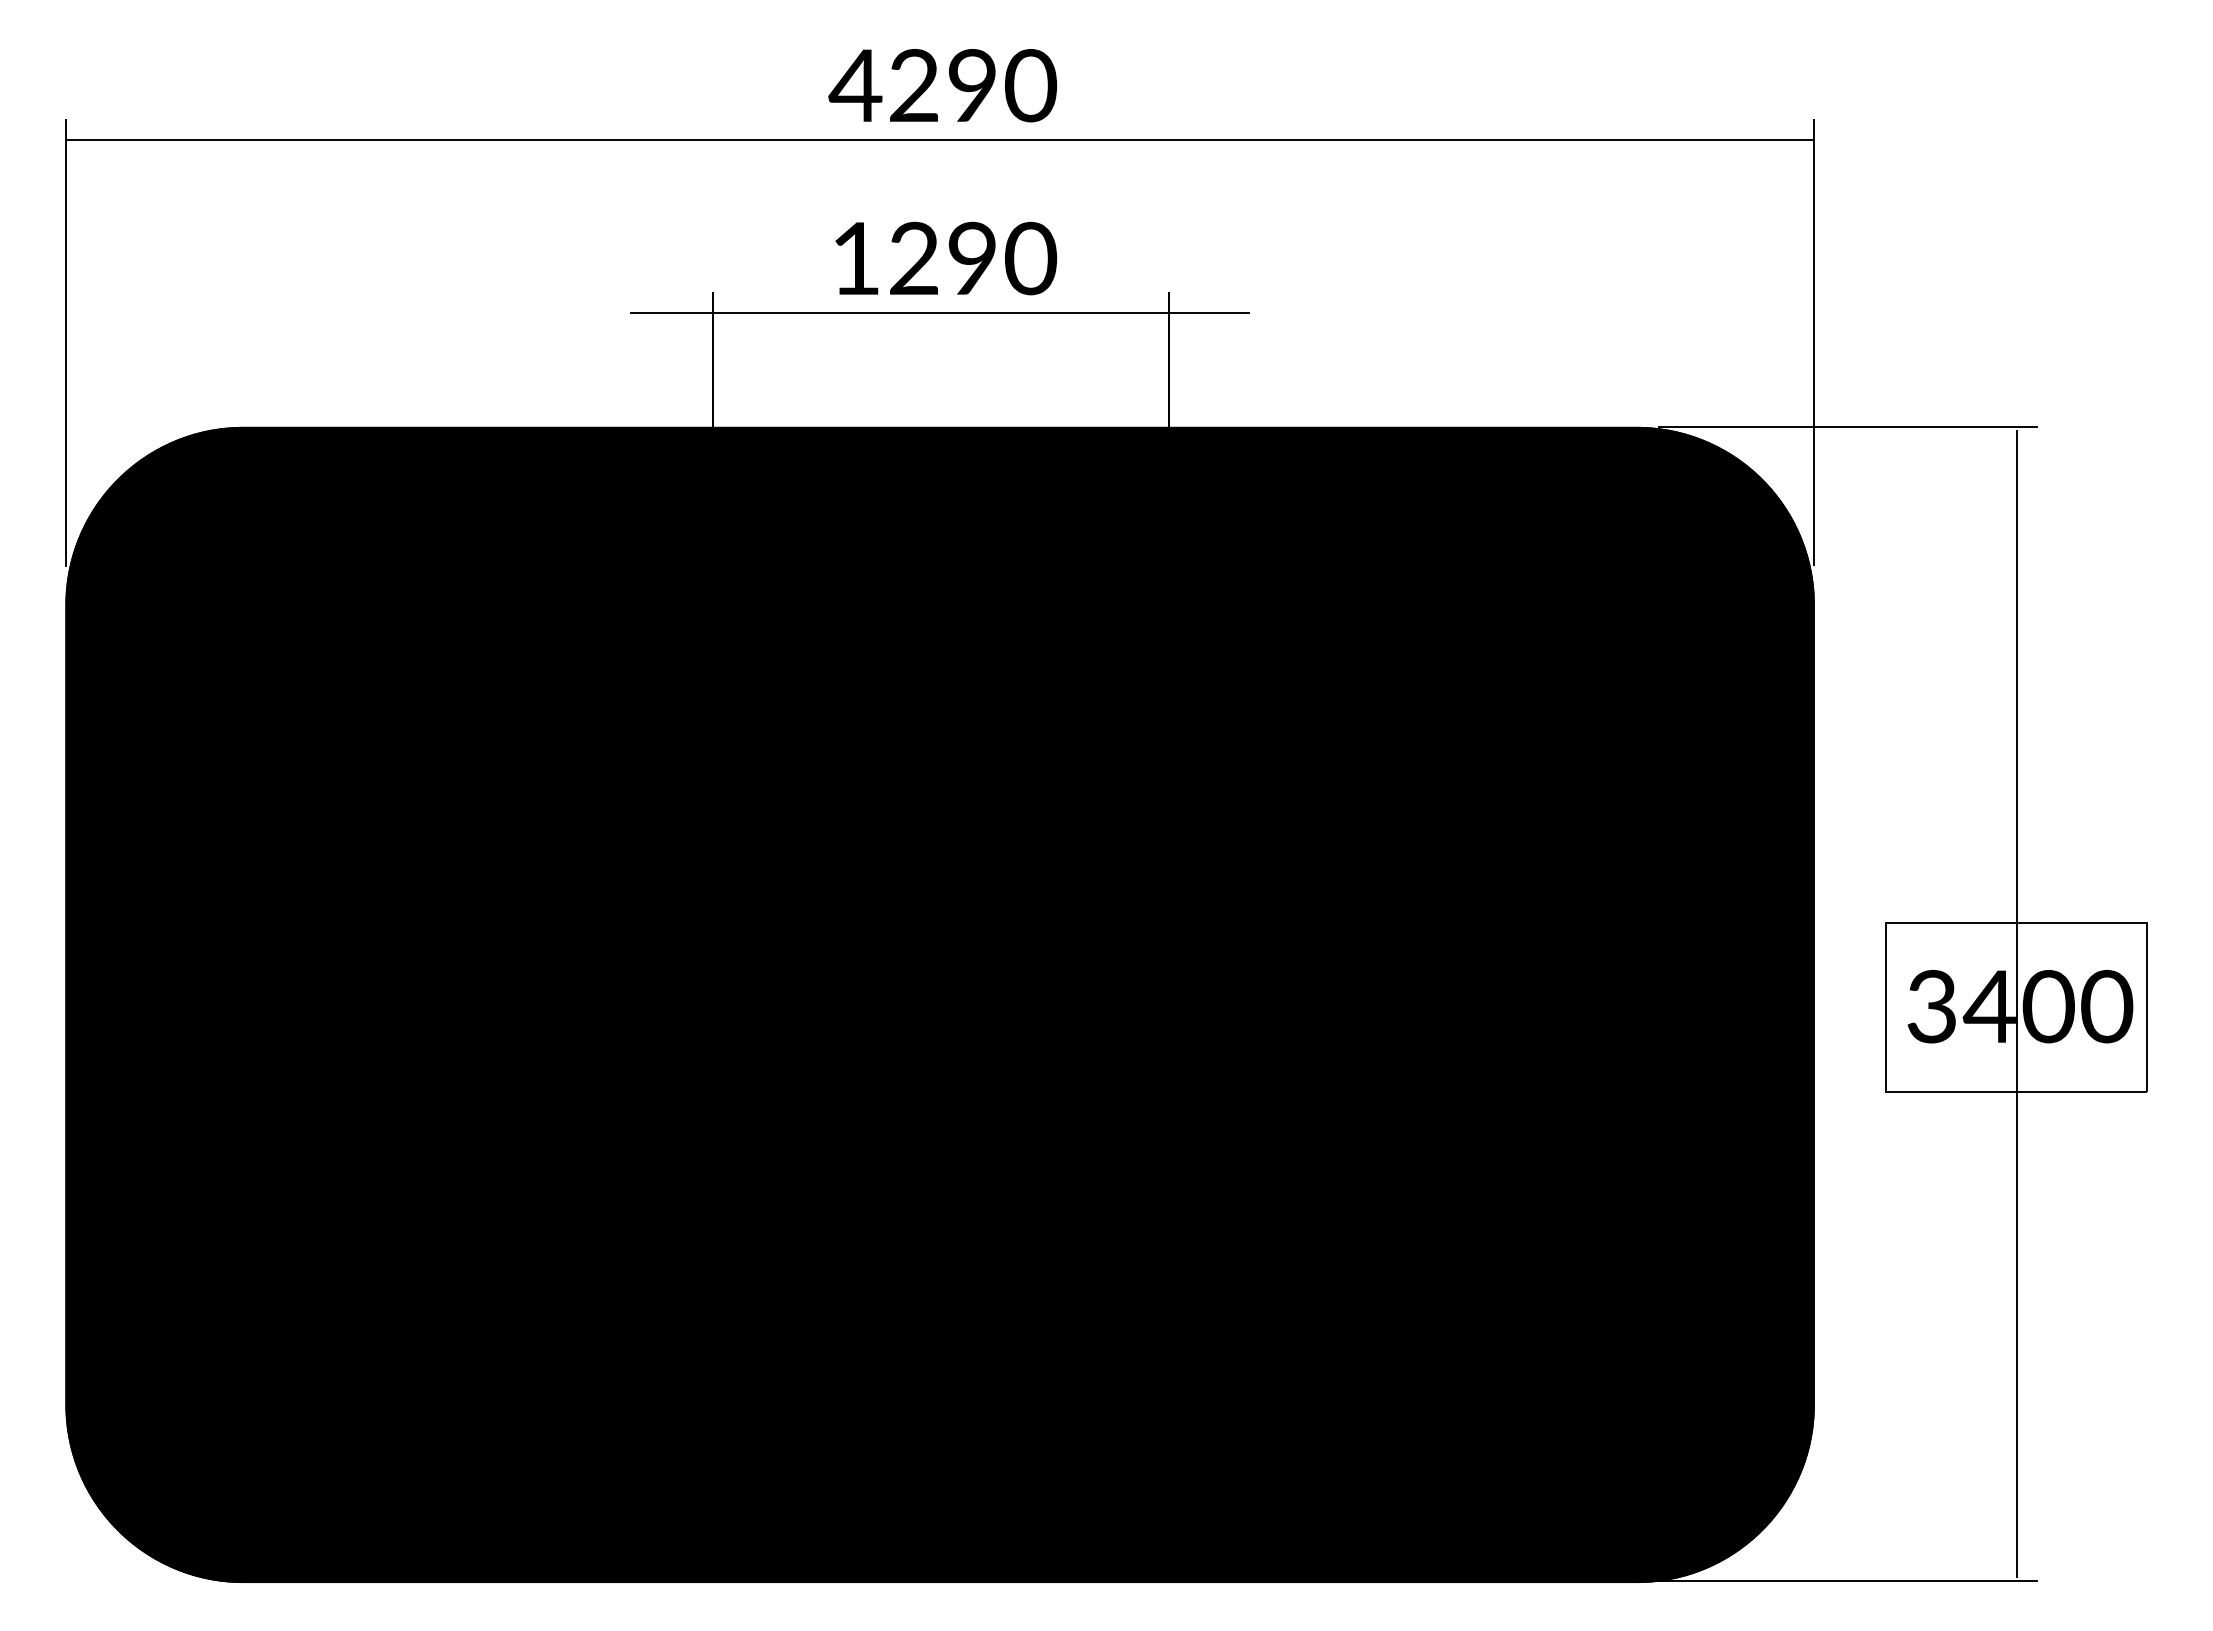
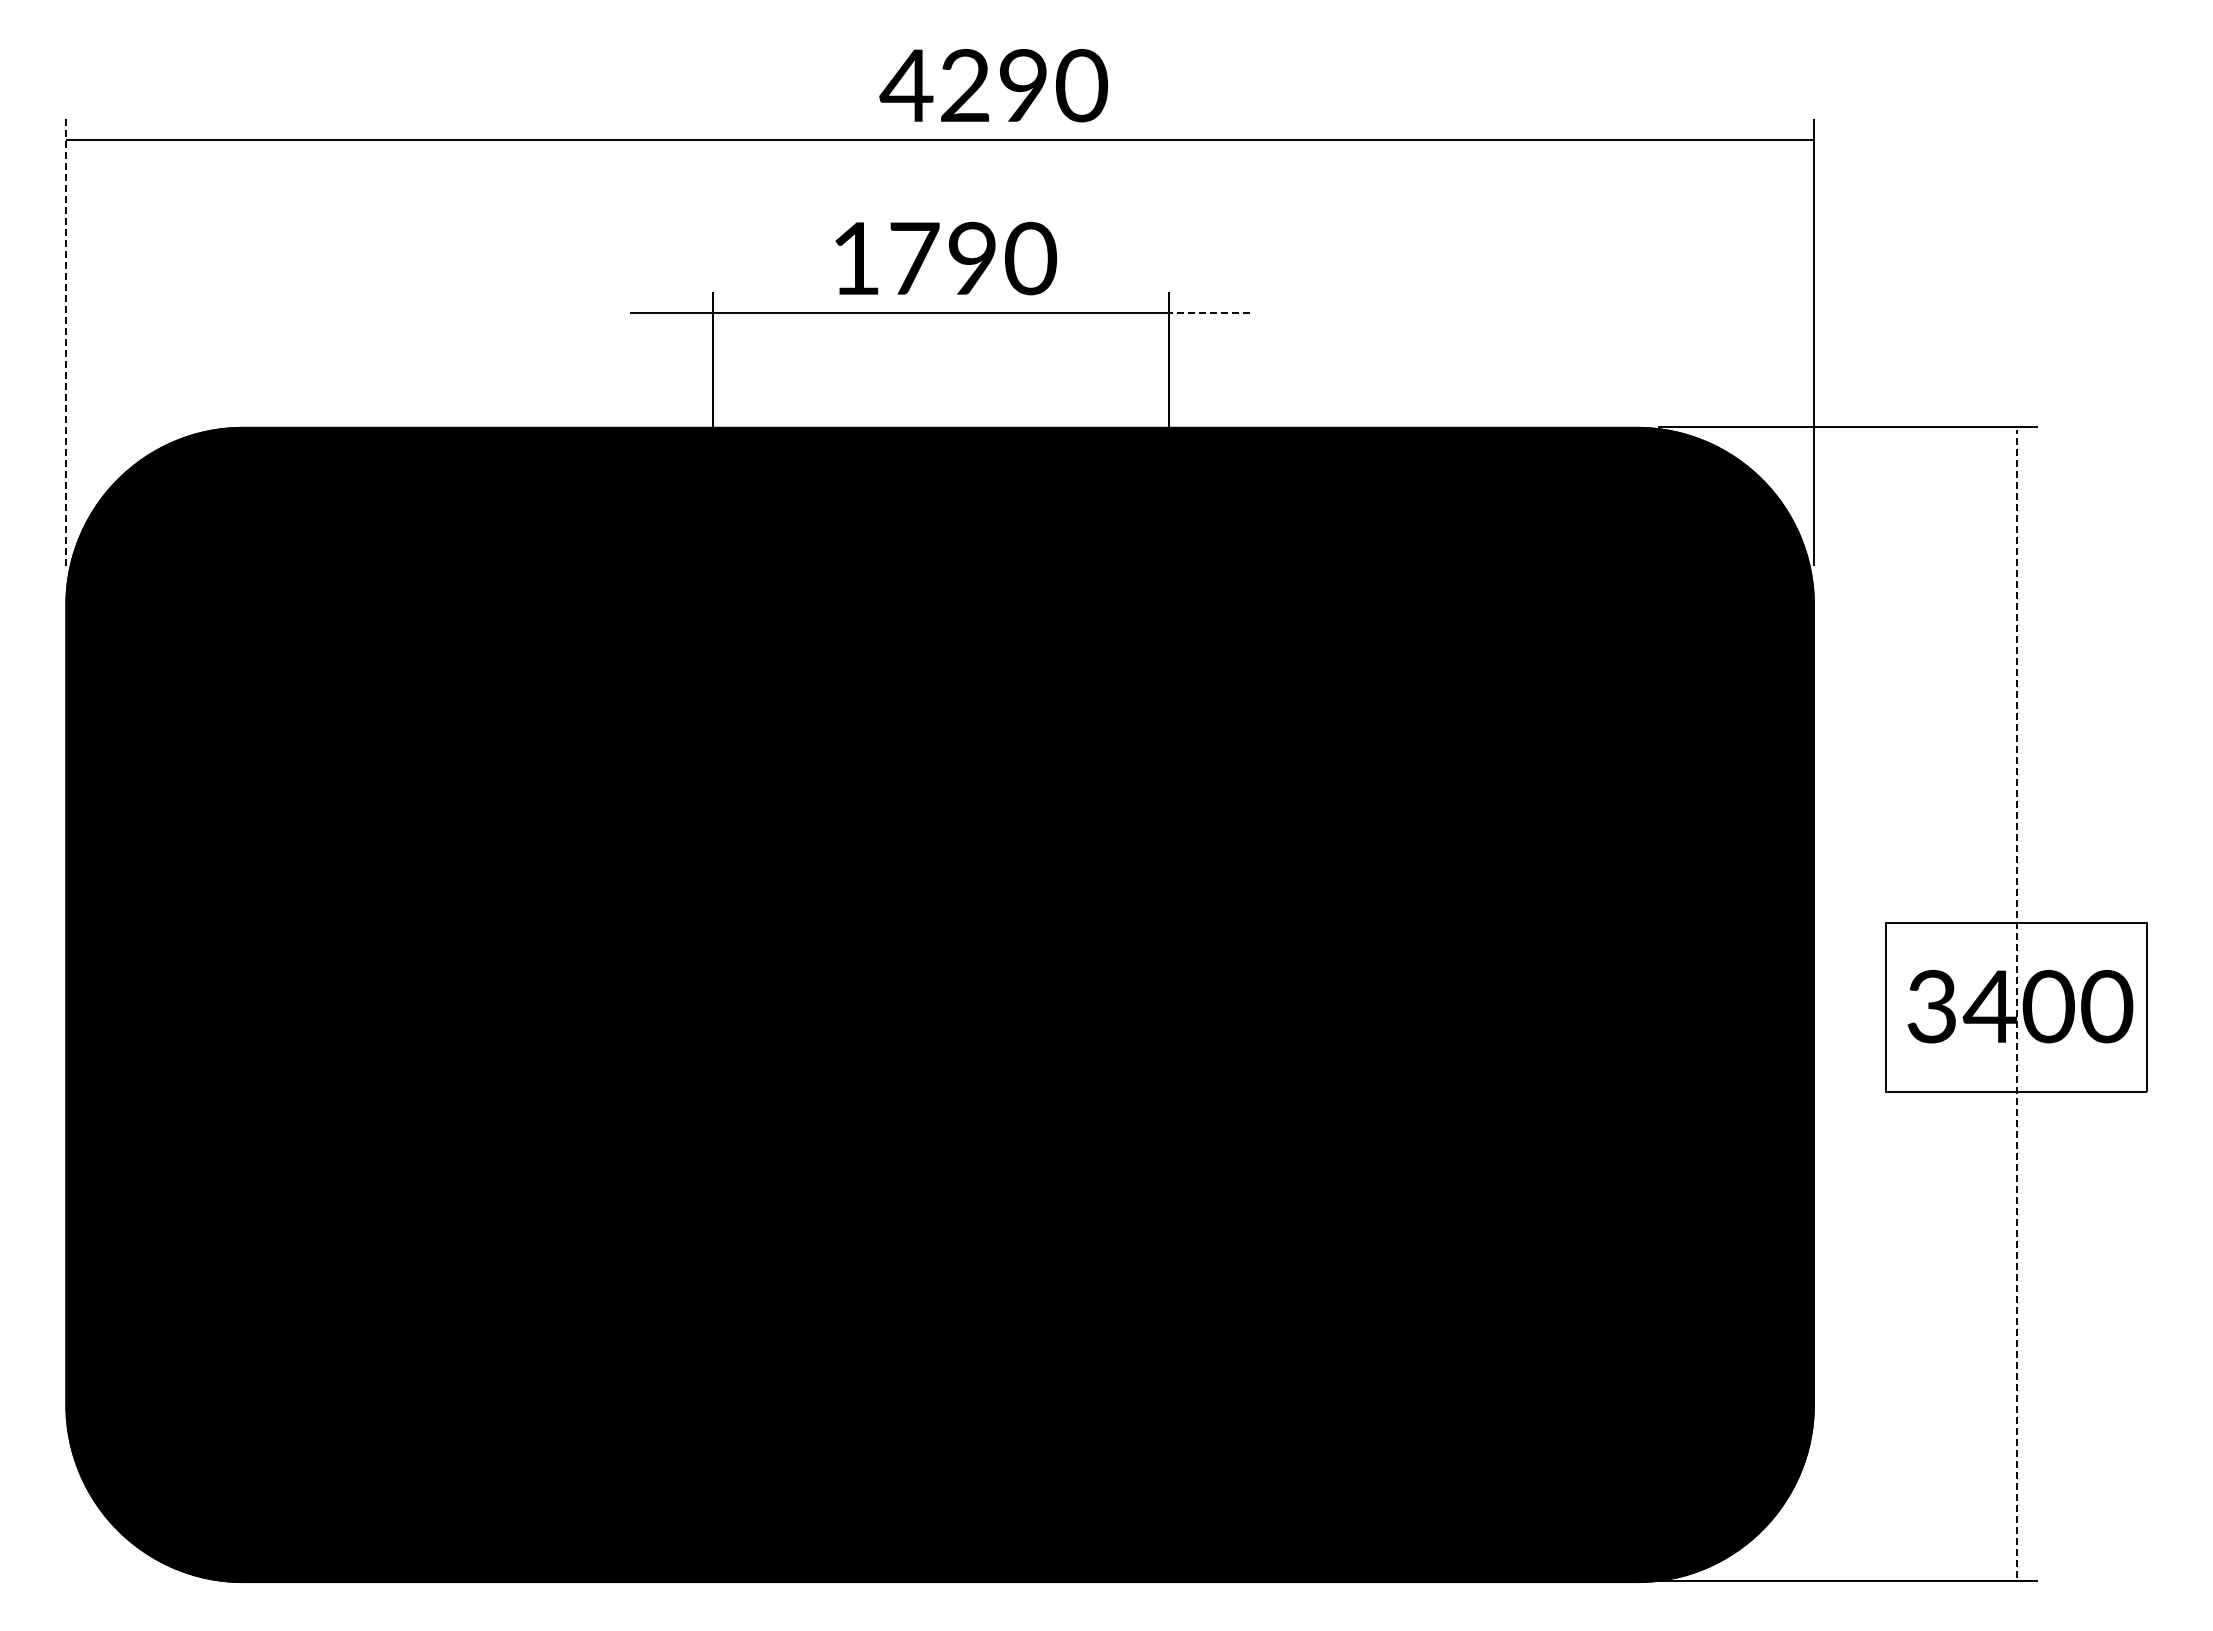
text at (942, 85) position: (942, 85) -> (993, 85)
text at (914, 257): 1290 -> 1790
line at (1209, 312): solid -> dashed
line at (66, 342): solid -> dashed
line at (2017, 1004): solid -> dashed
